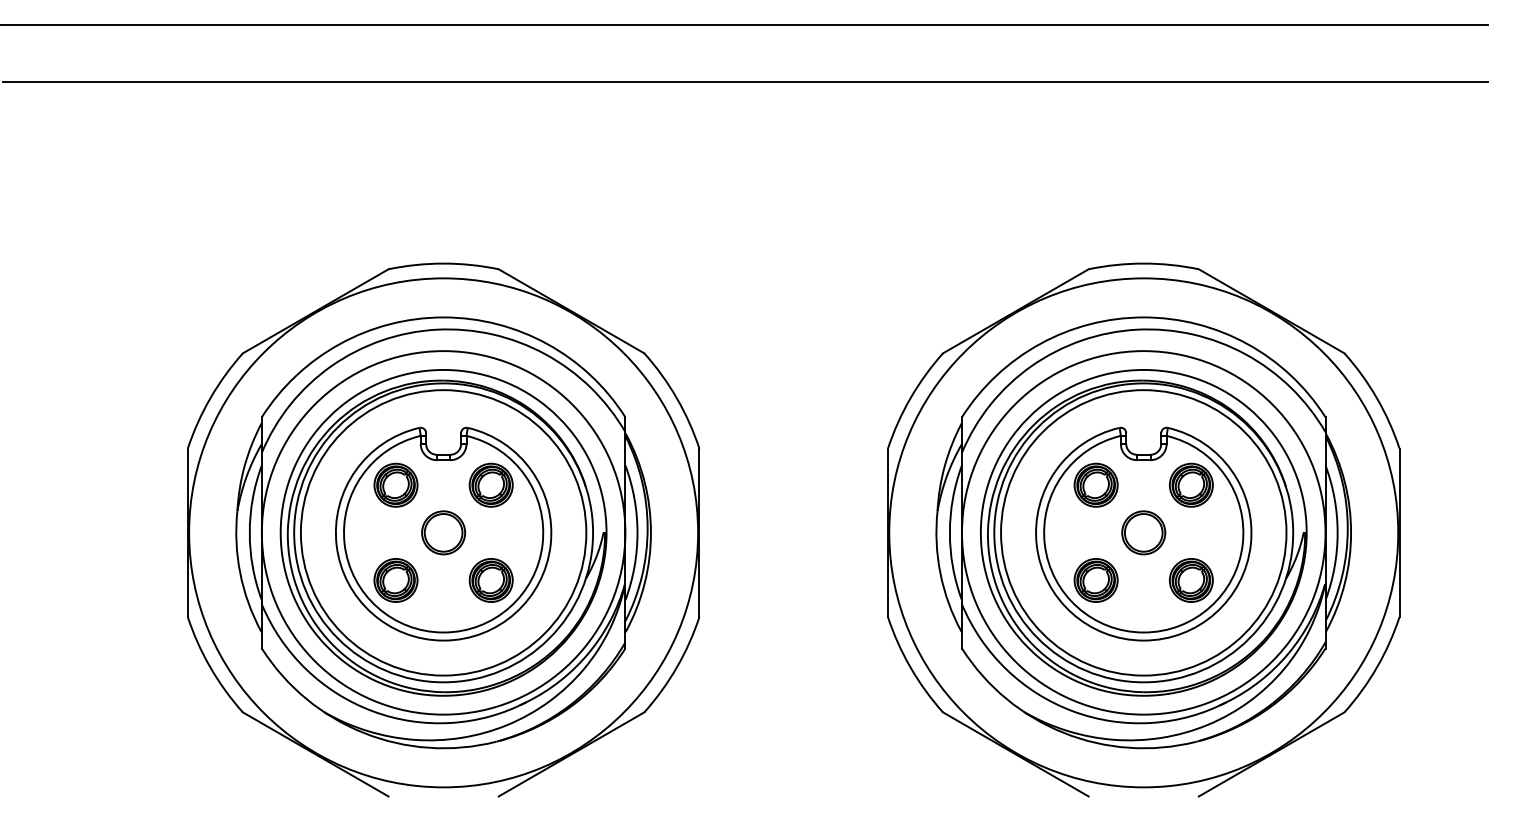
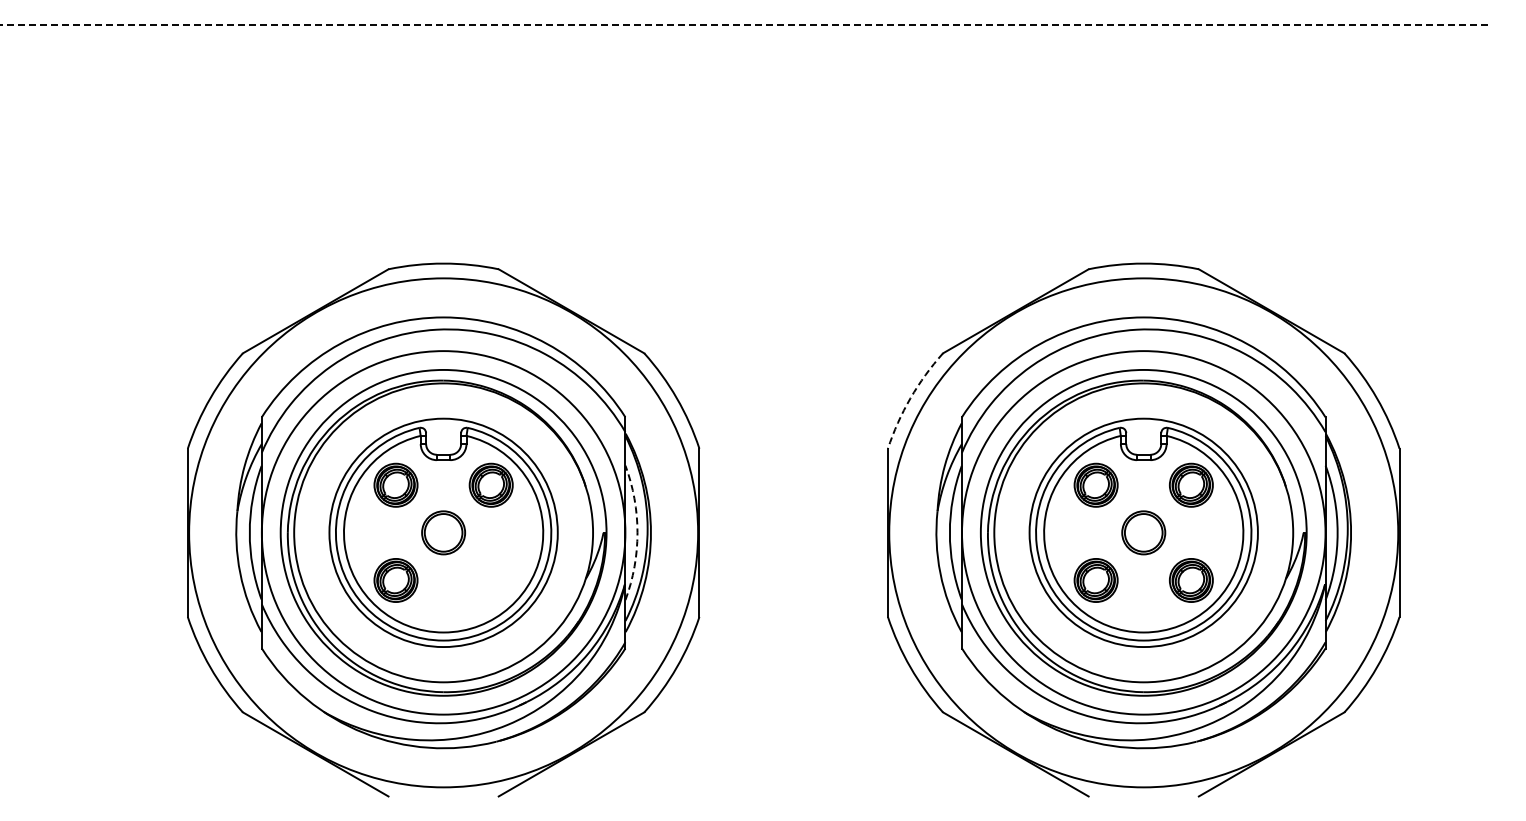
line at (744, 24): solid -> dashed
line at (745, 81): present -> none
arc at (910, 398): solid -> dashed
circle at (443, 532) diameter: 285 px -> 228 px
arc at (637, 532): solid -> dashed
circle at (1143, 532) diameter: 285 px -> 228 px
part at (490, 580): present -> none
